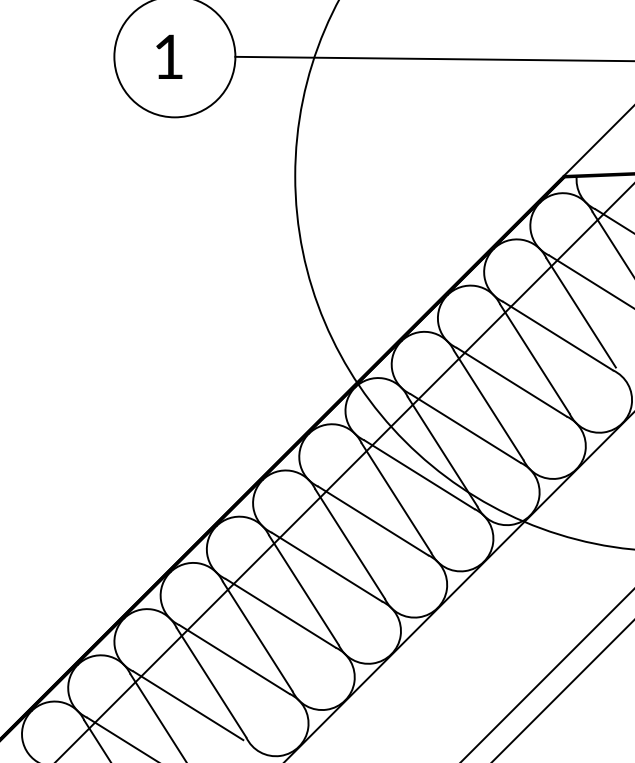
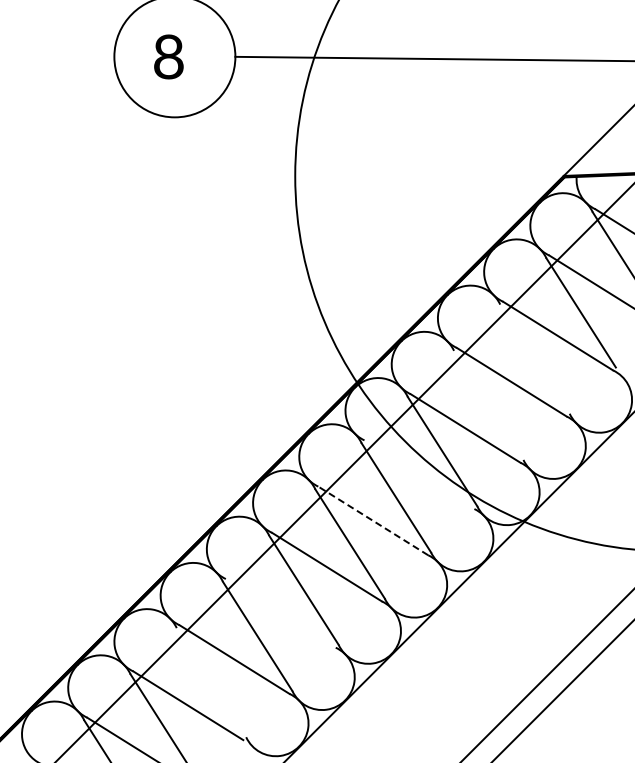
text at (168, 56): 1 -> 8
line at (534, 358): present -> none
line at (488, 404): present -> none
line at (419, 474): present -> none
line at (373, 520): solid -> dashed
line at (280, 613): present -> none
line at (211, 682): present -> none
